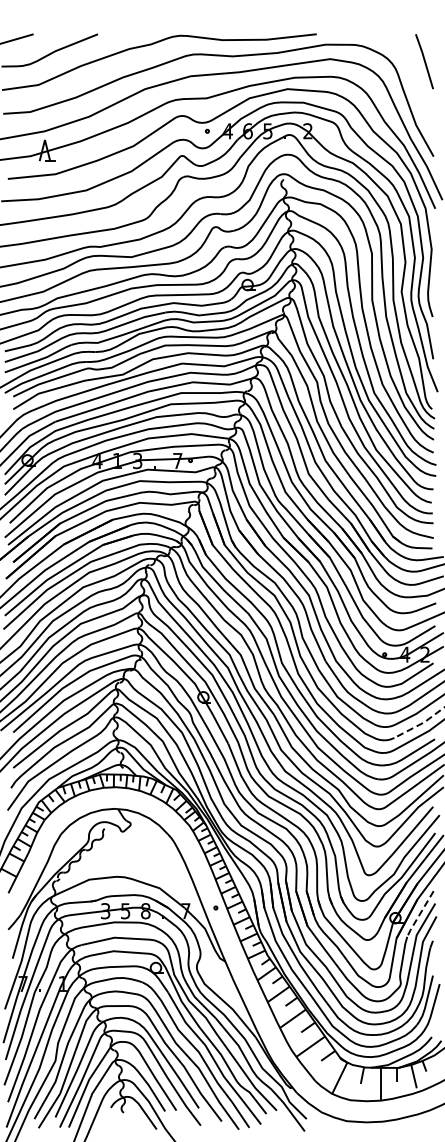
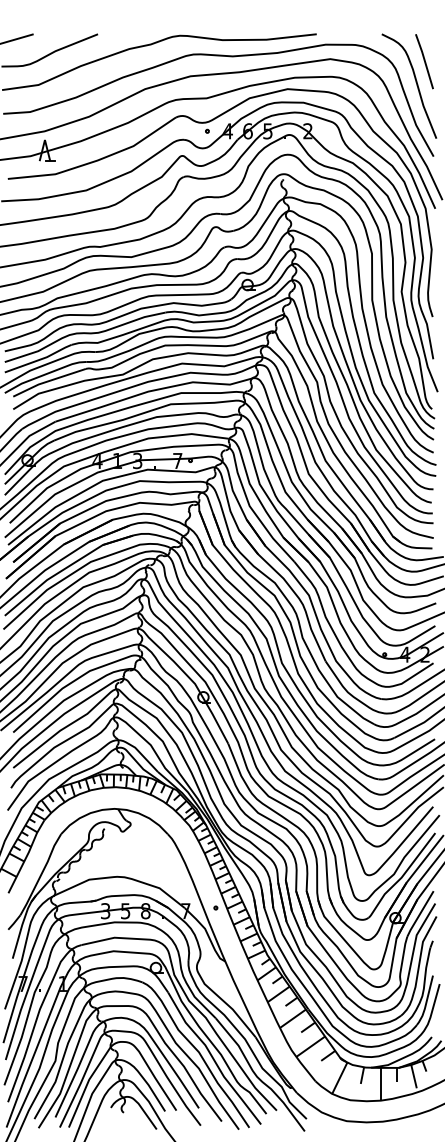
curve at (415, 82): none -> present
line at (420, 724): dashed -> solid
line at (419, 914): dashed -> solid
